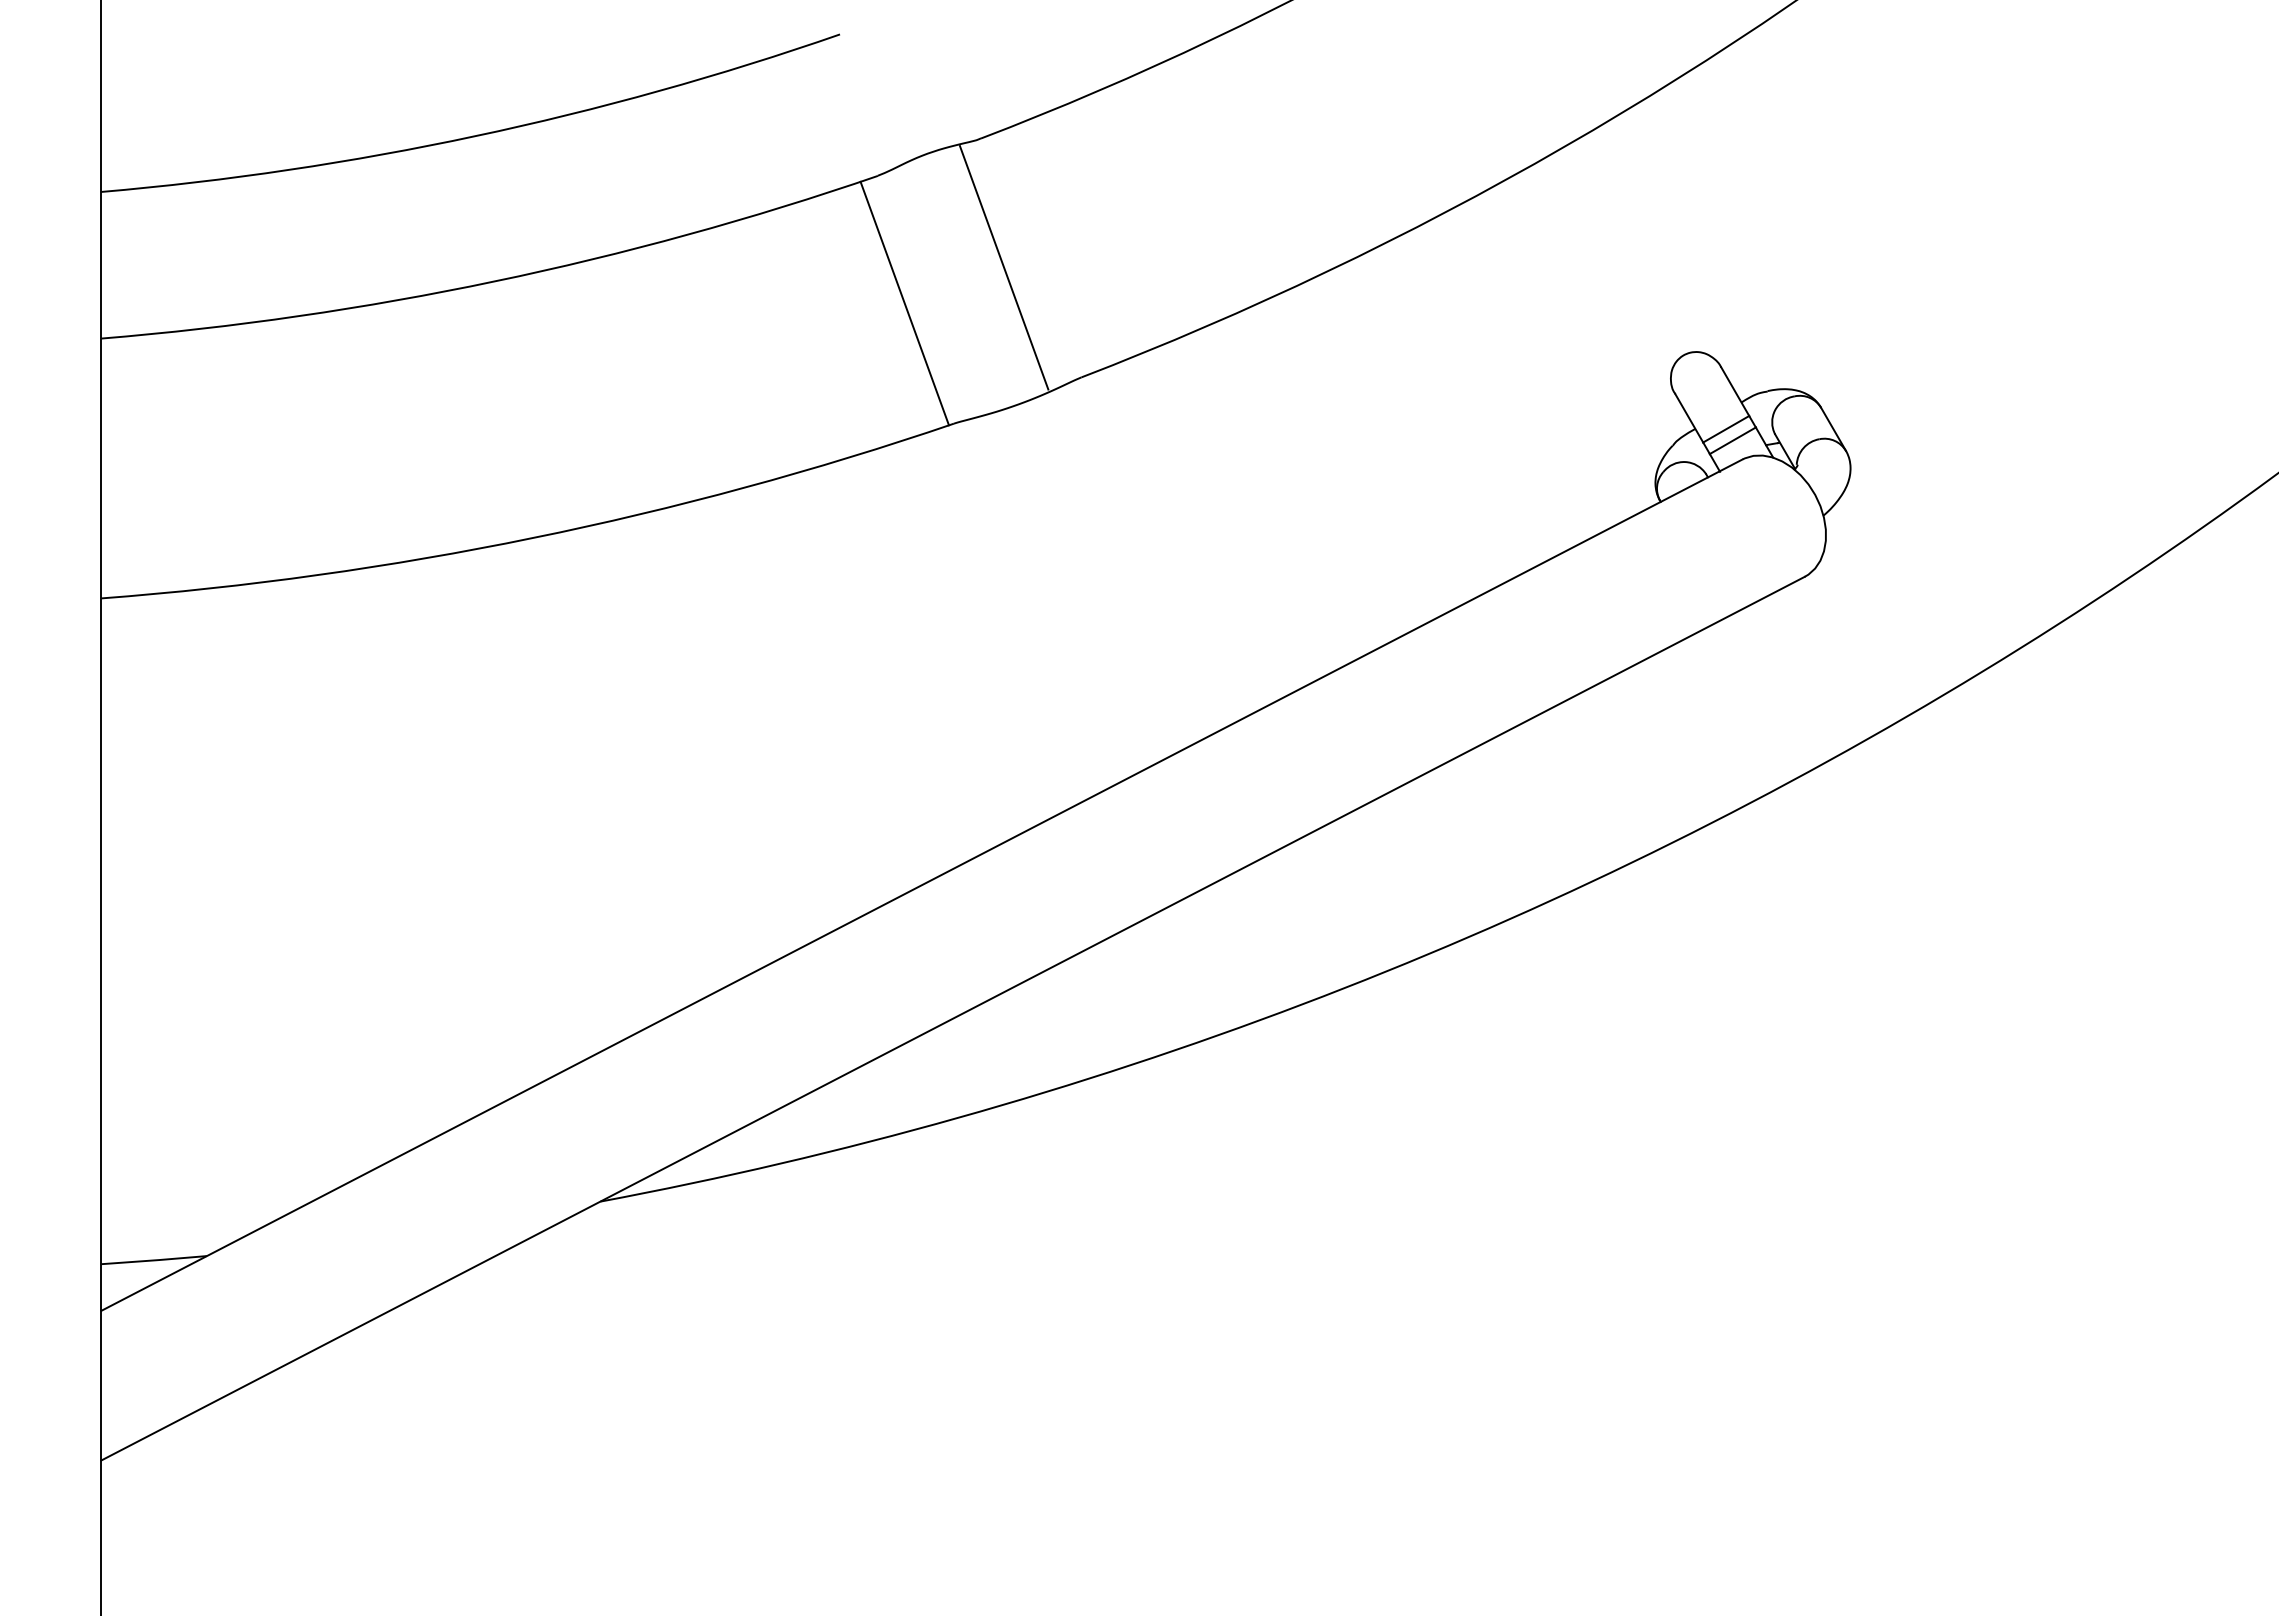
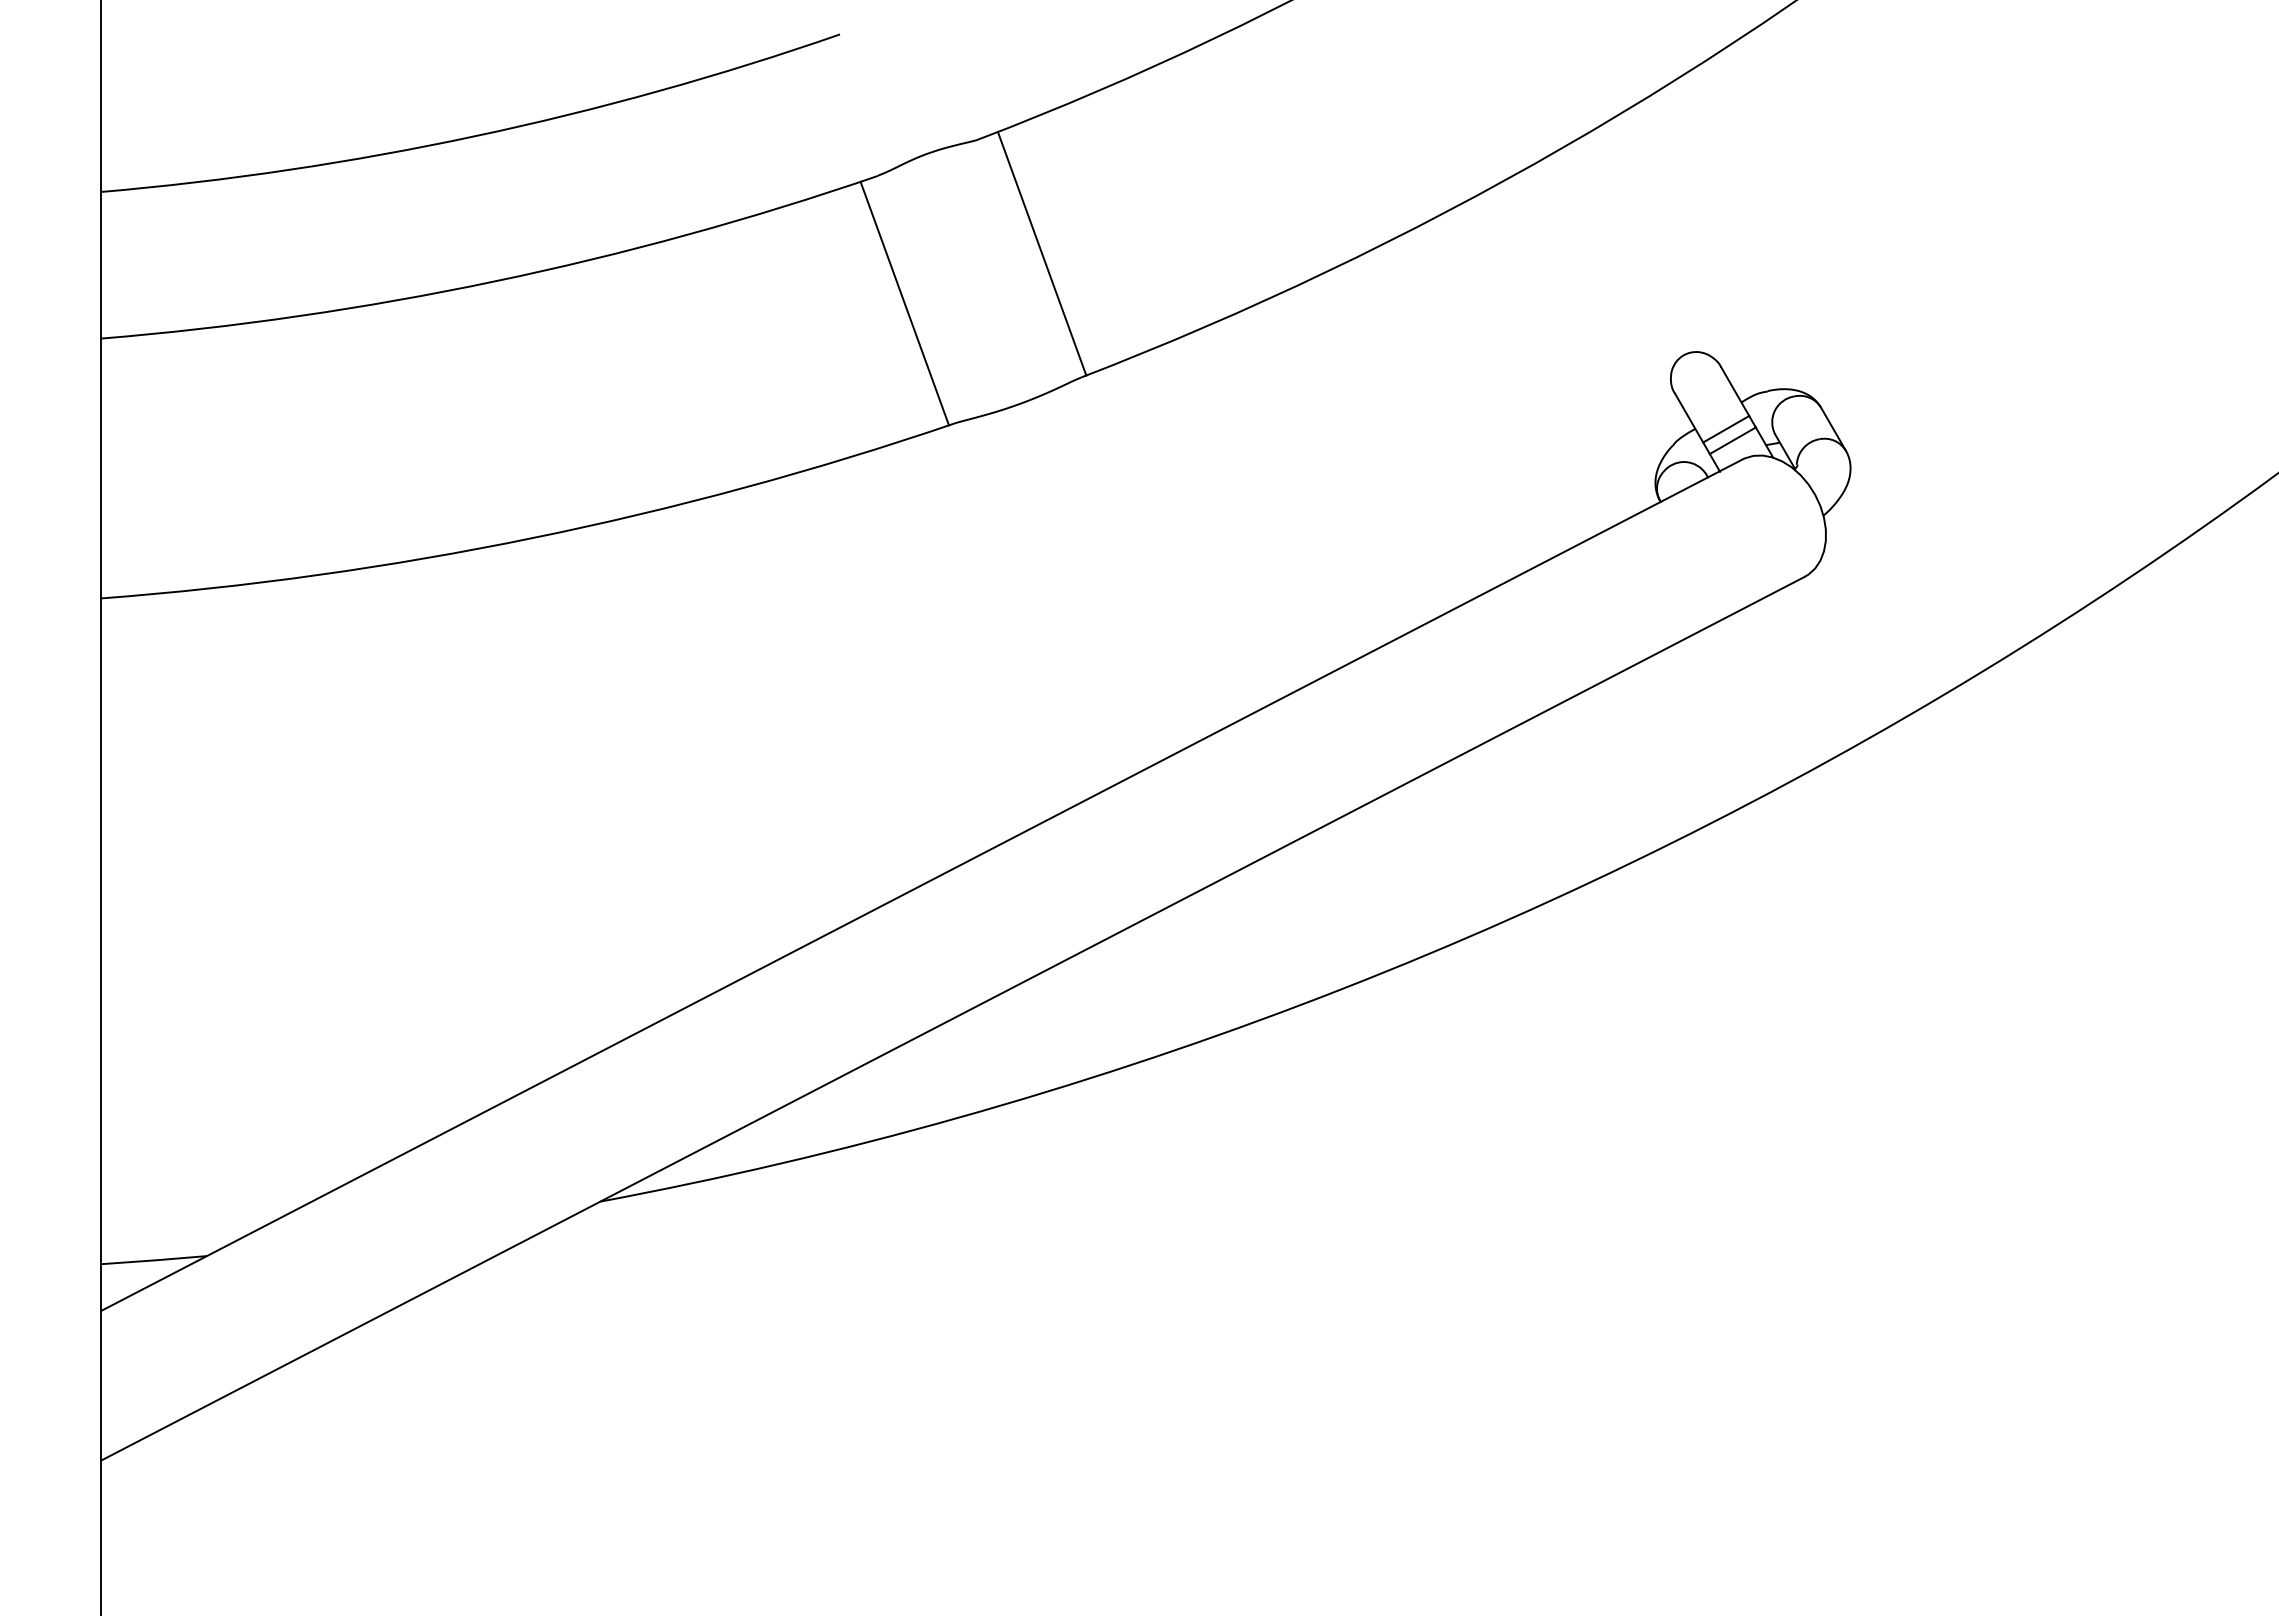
line at (1003, 267) position: (1003, 267) -> (1041, 253)
